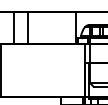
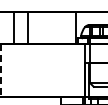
line at (0, 71): solid -> dashed
